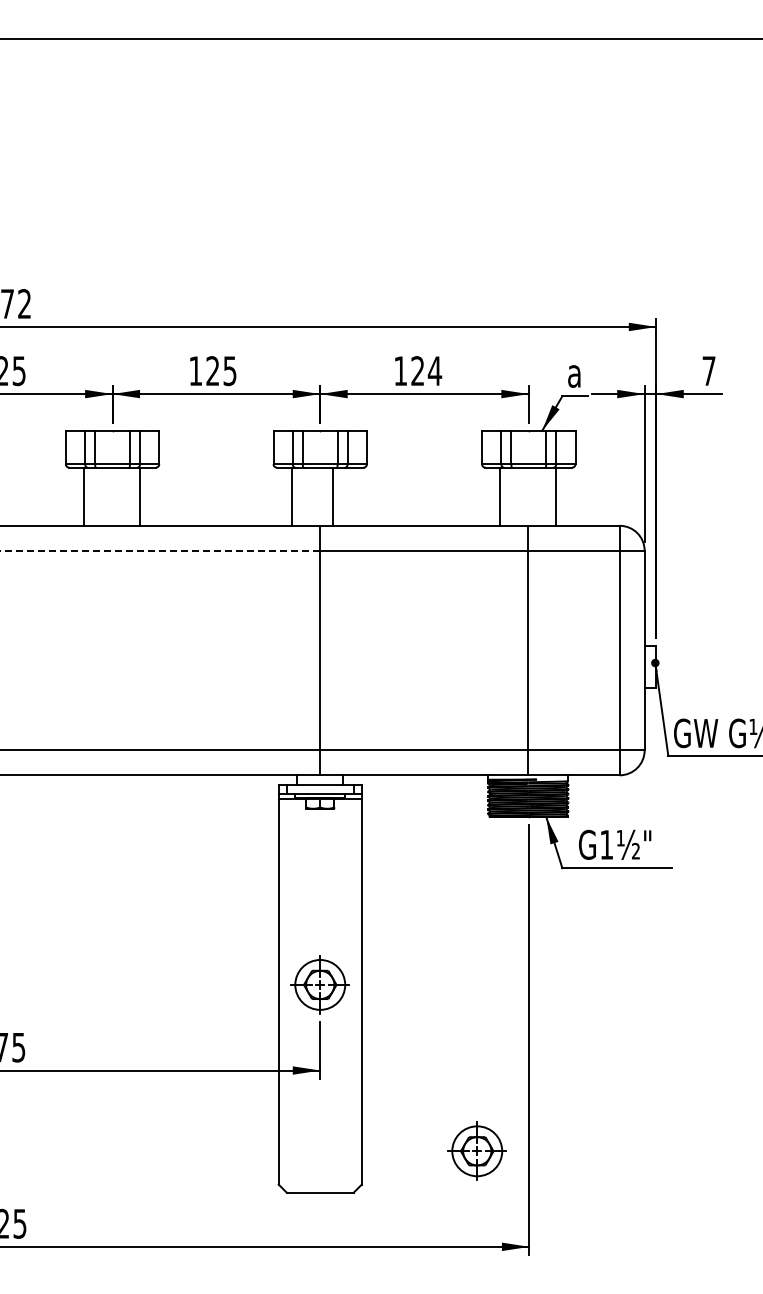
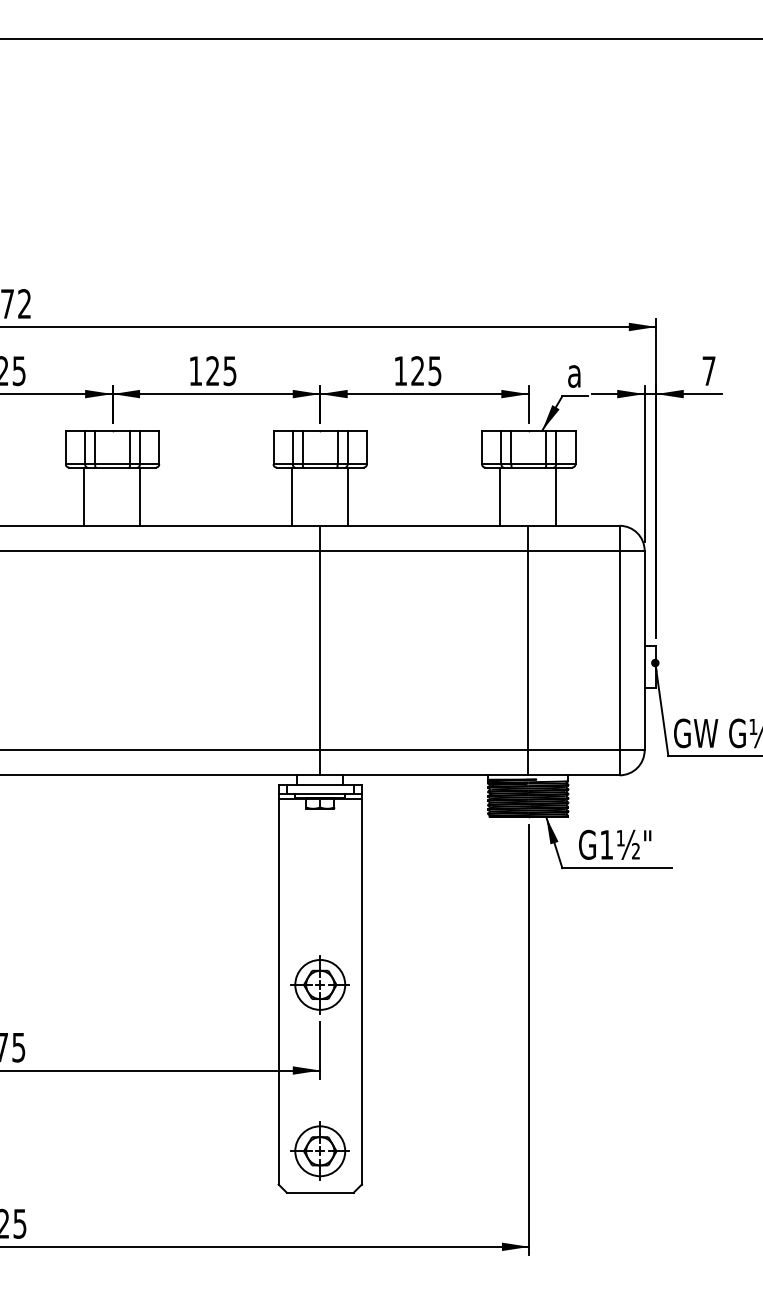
text at (434, 371): 124 -> 125
line at (333, 496) position: (333, 496) -> (348, 496)
line at (160, 550): dashed -> solid
part at (476, 1150) position: (476, 1150) -> (319, 1150)
